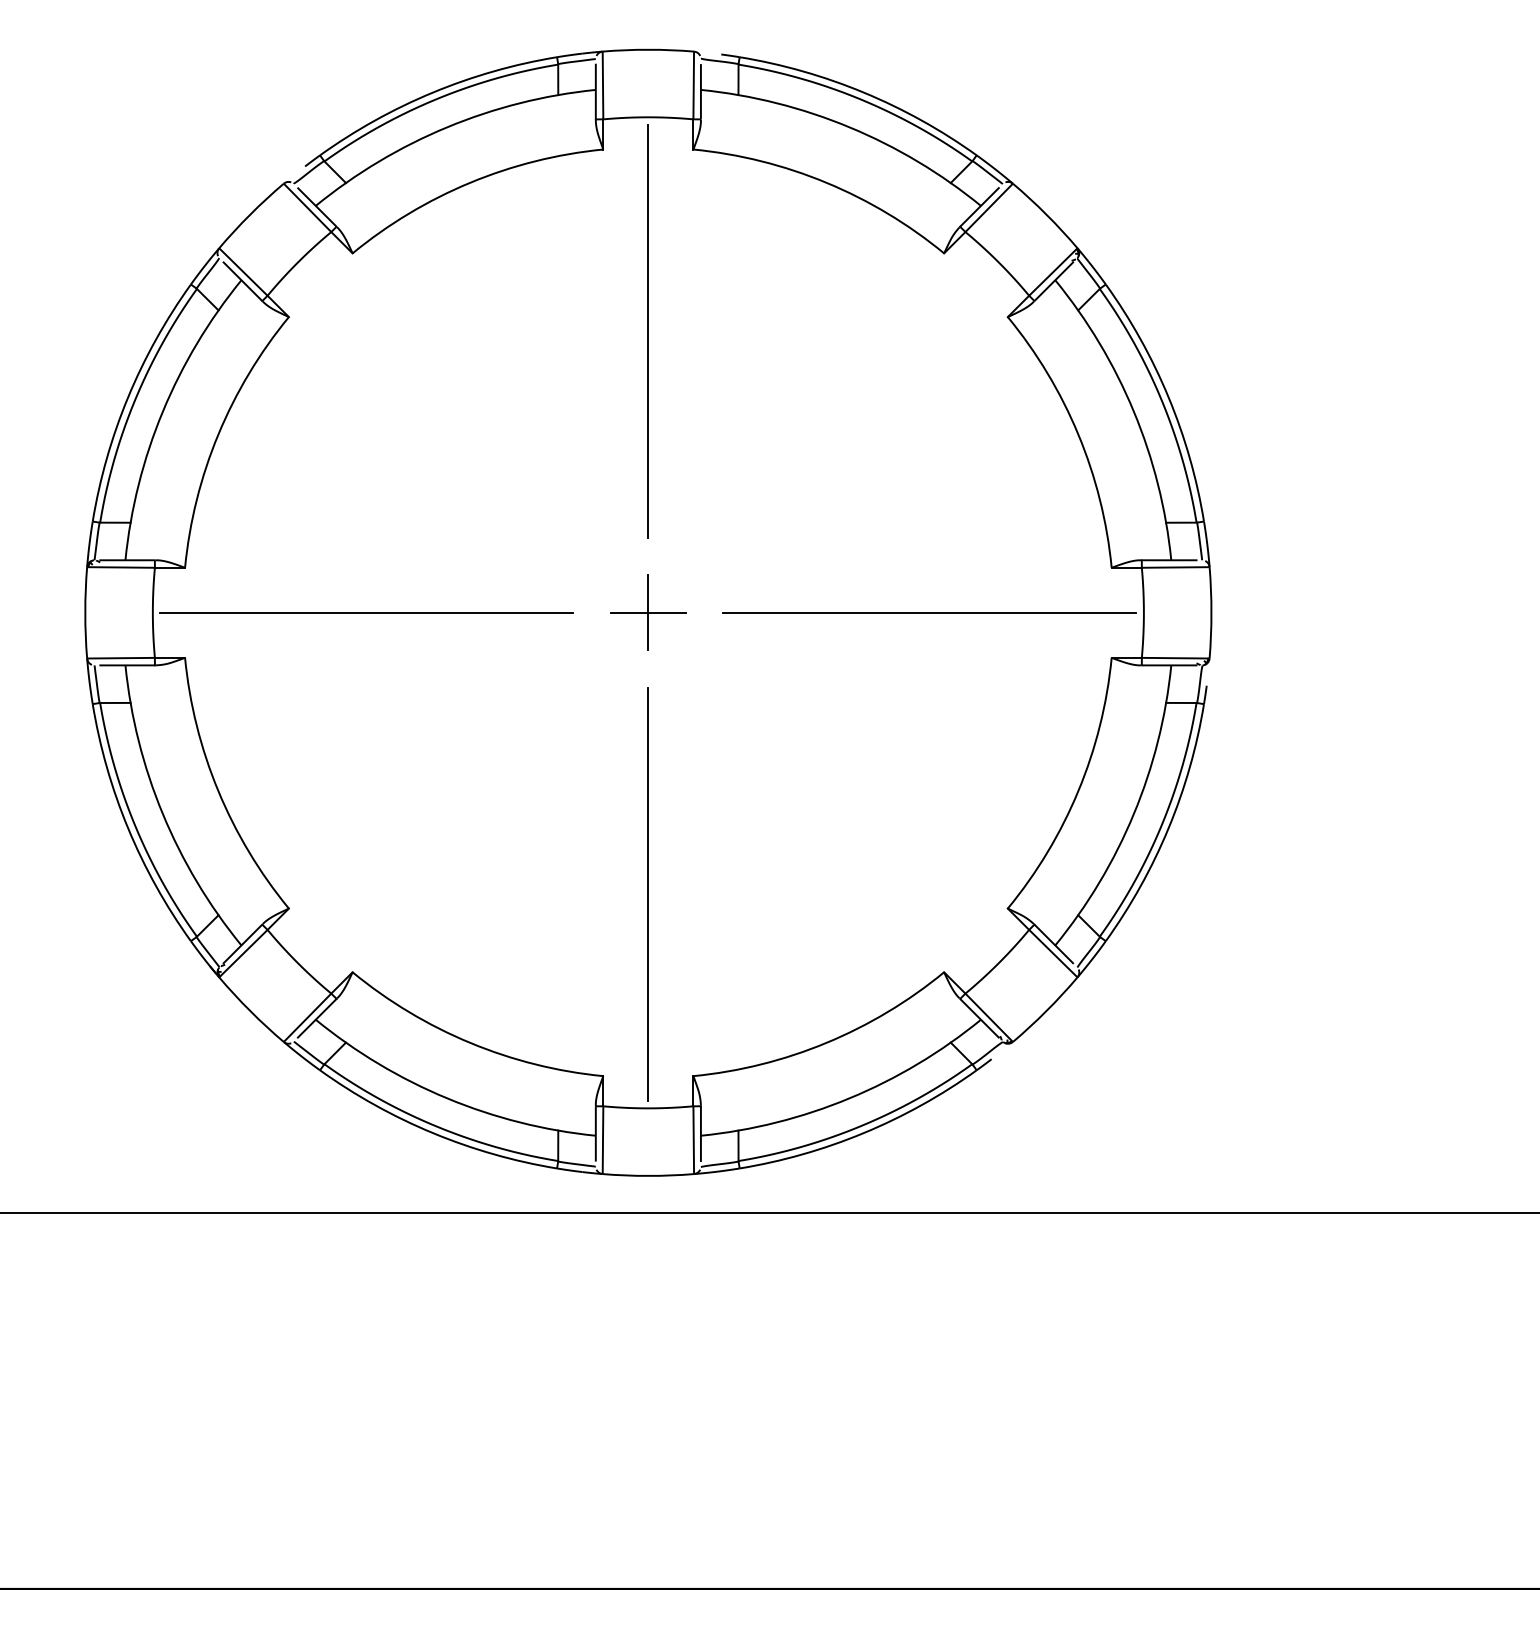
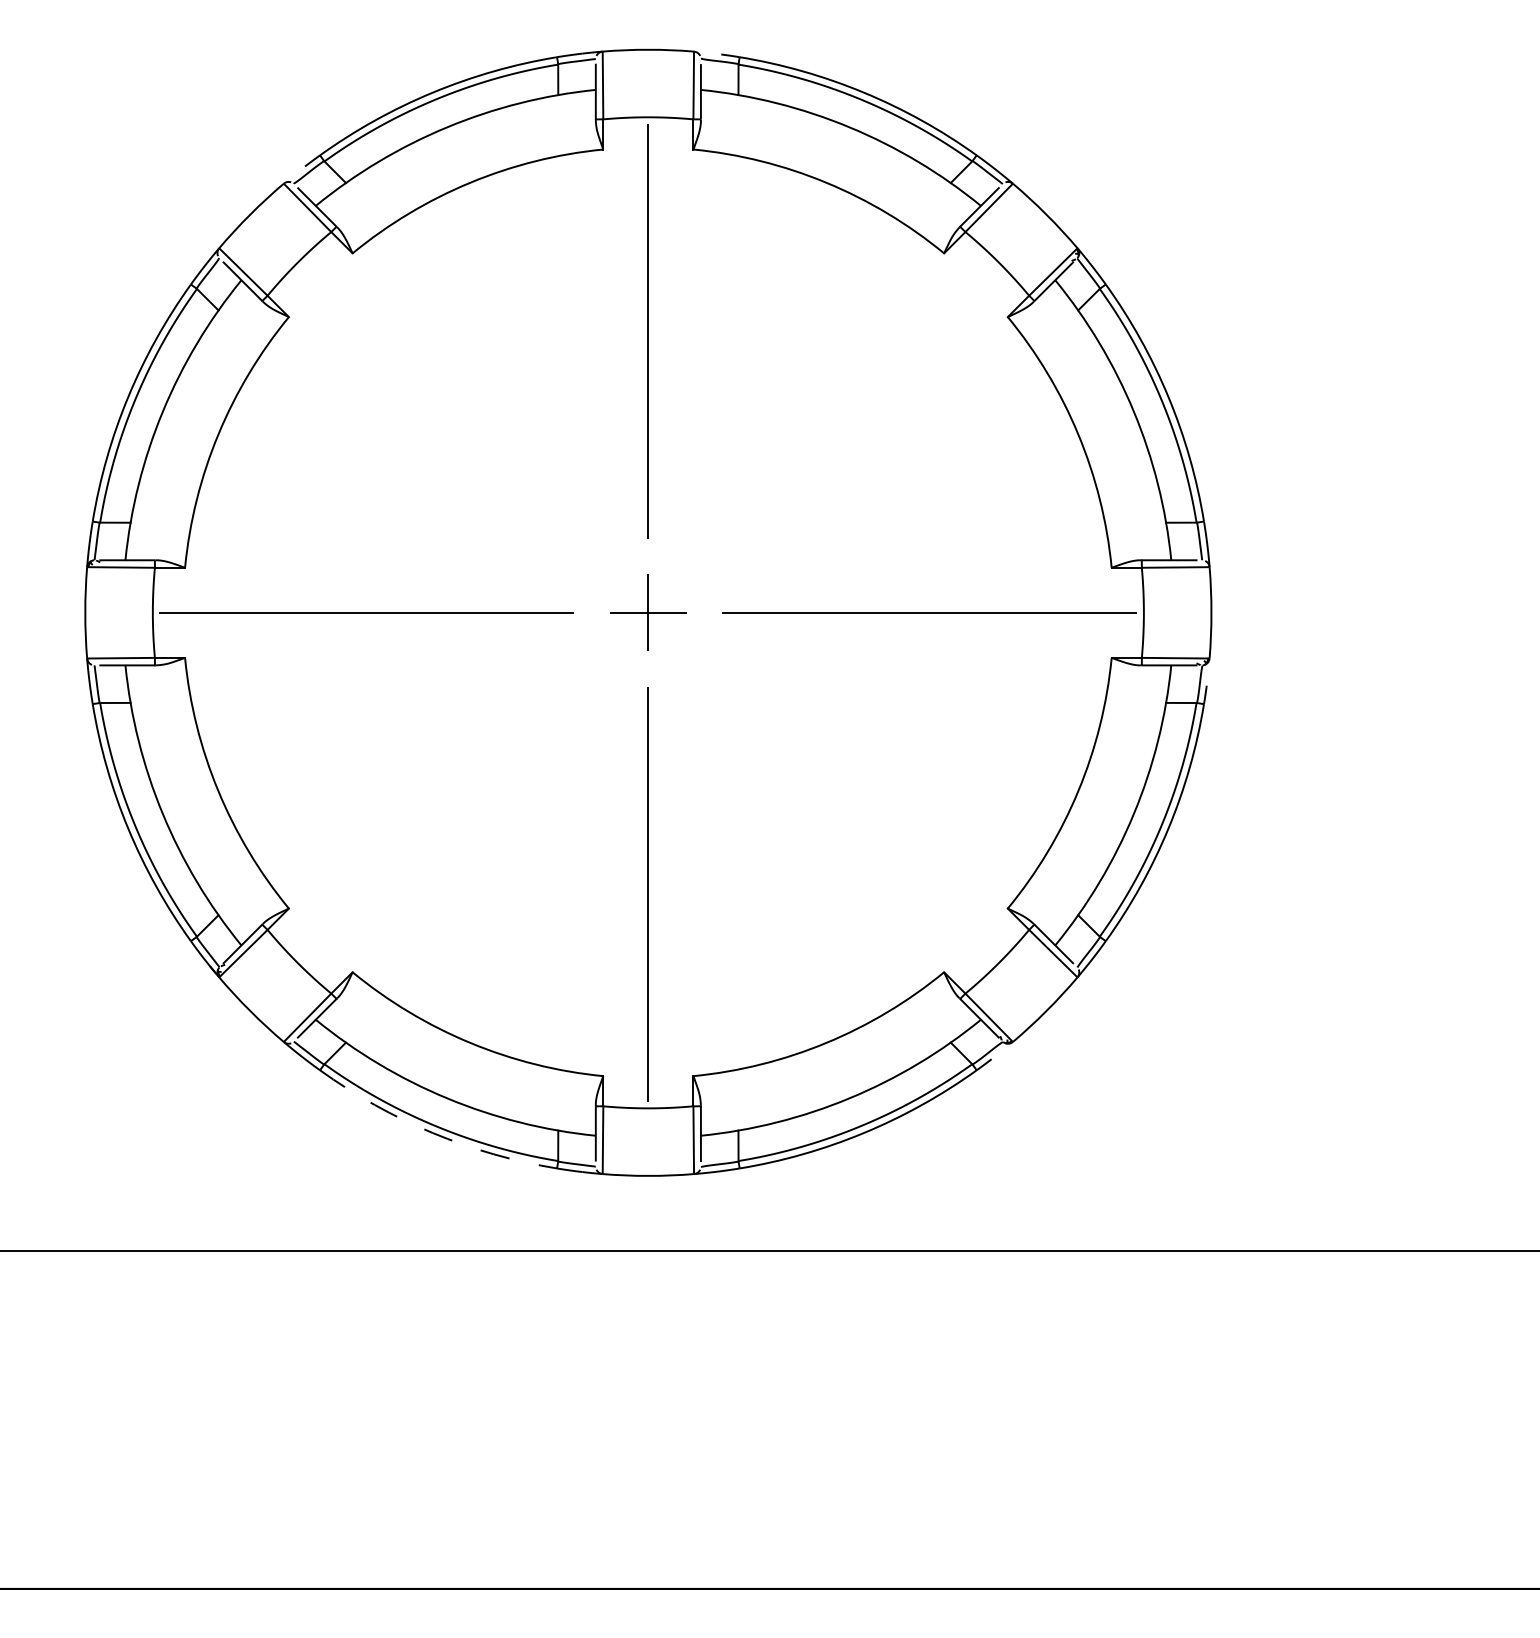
arc at (432, 1133): solid -> dashed
line at (769, 1213) position: (769, 1213) -> (769, 1251)
